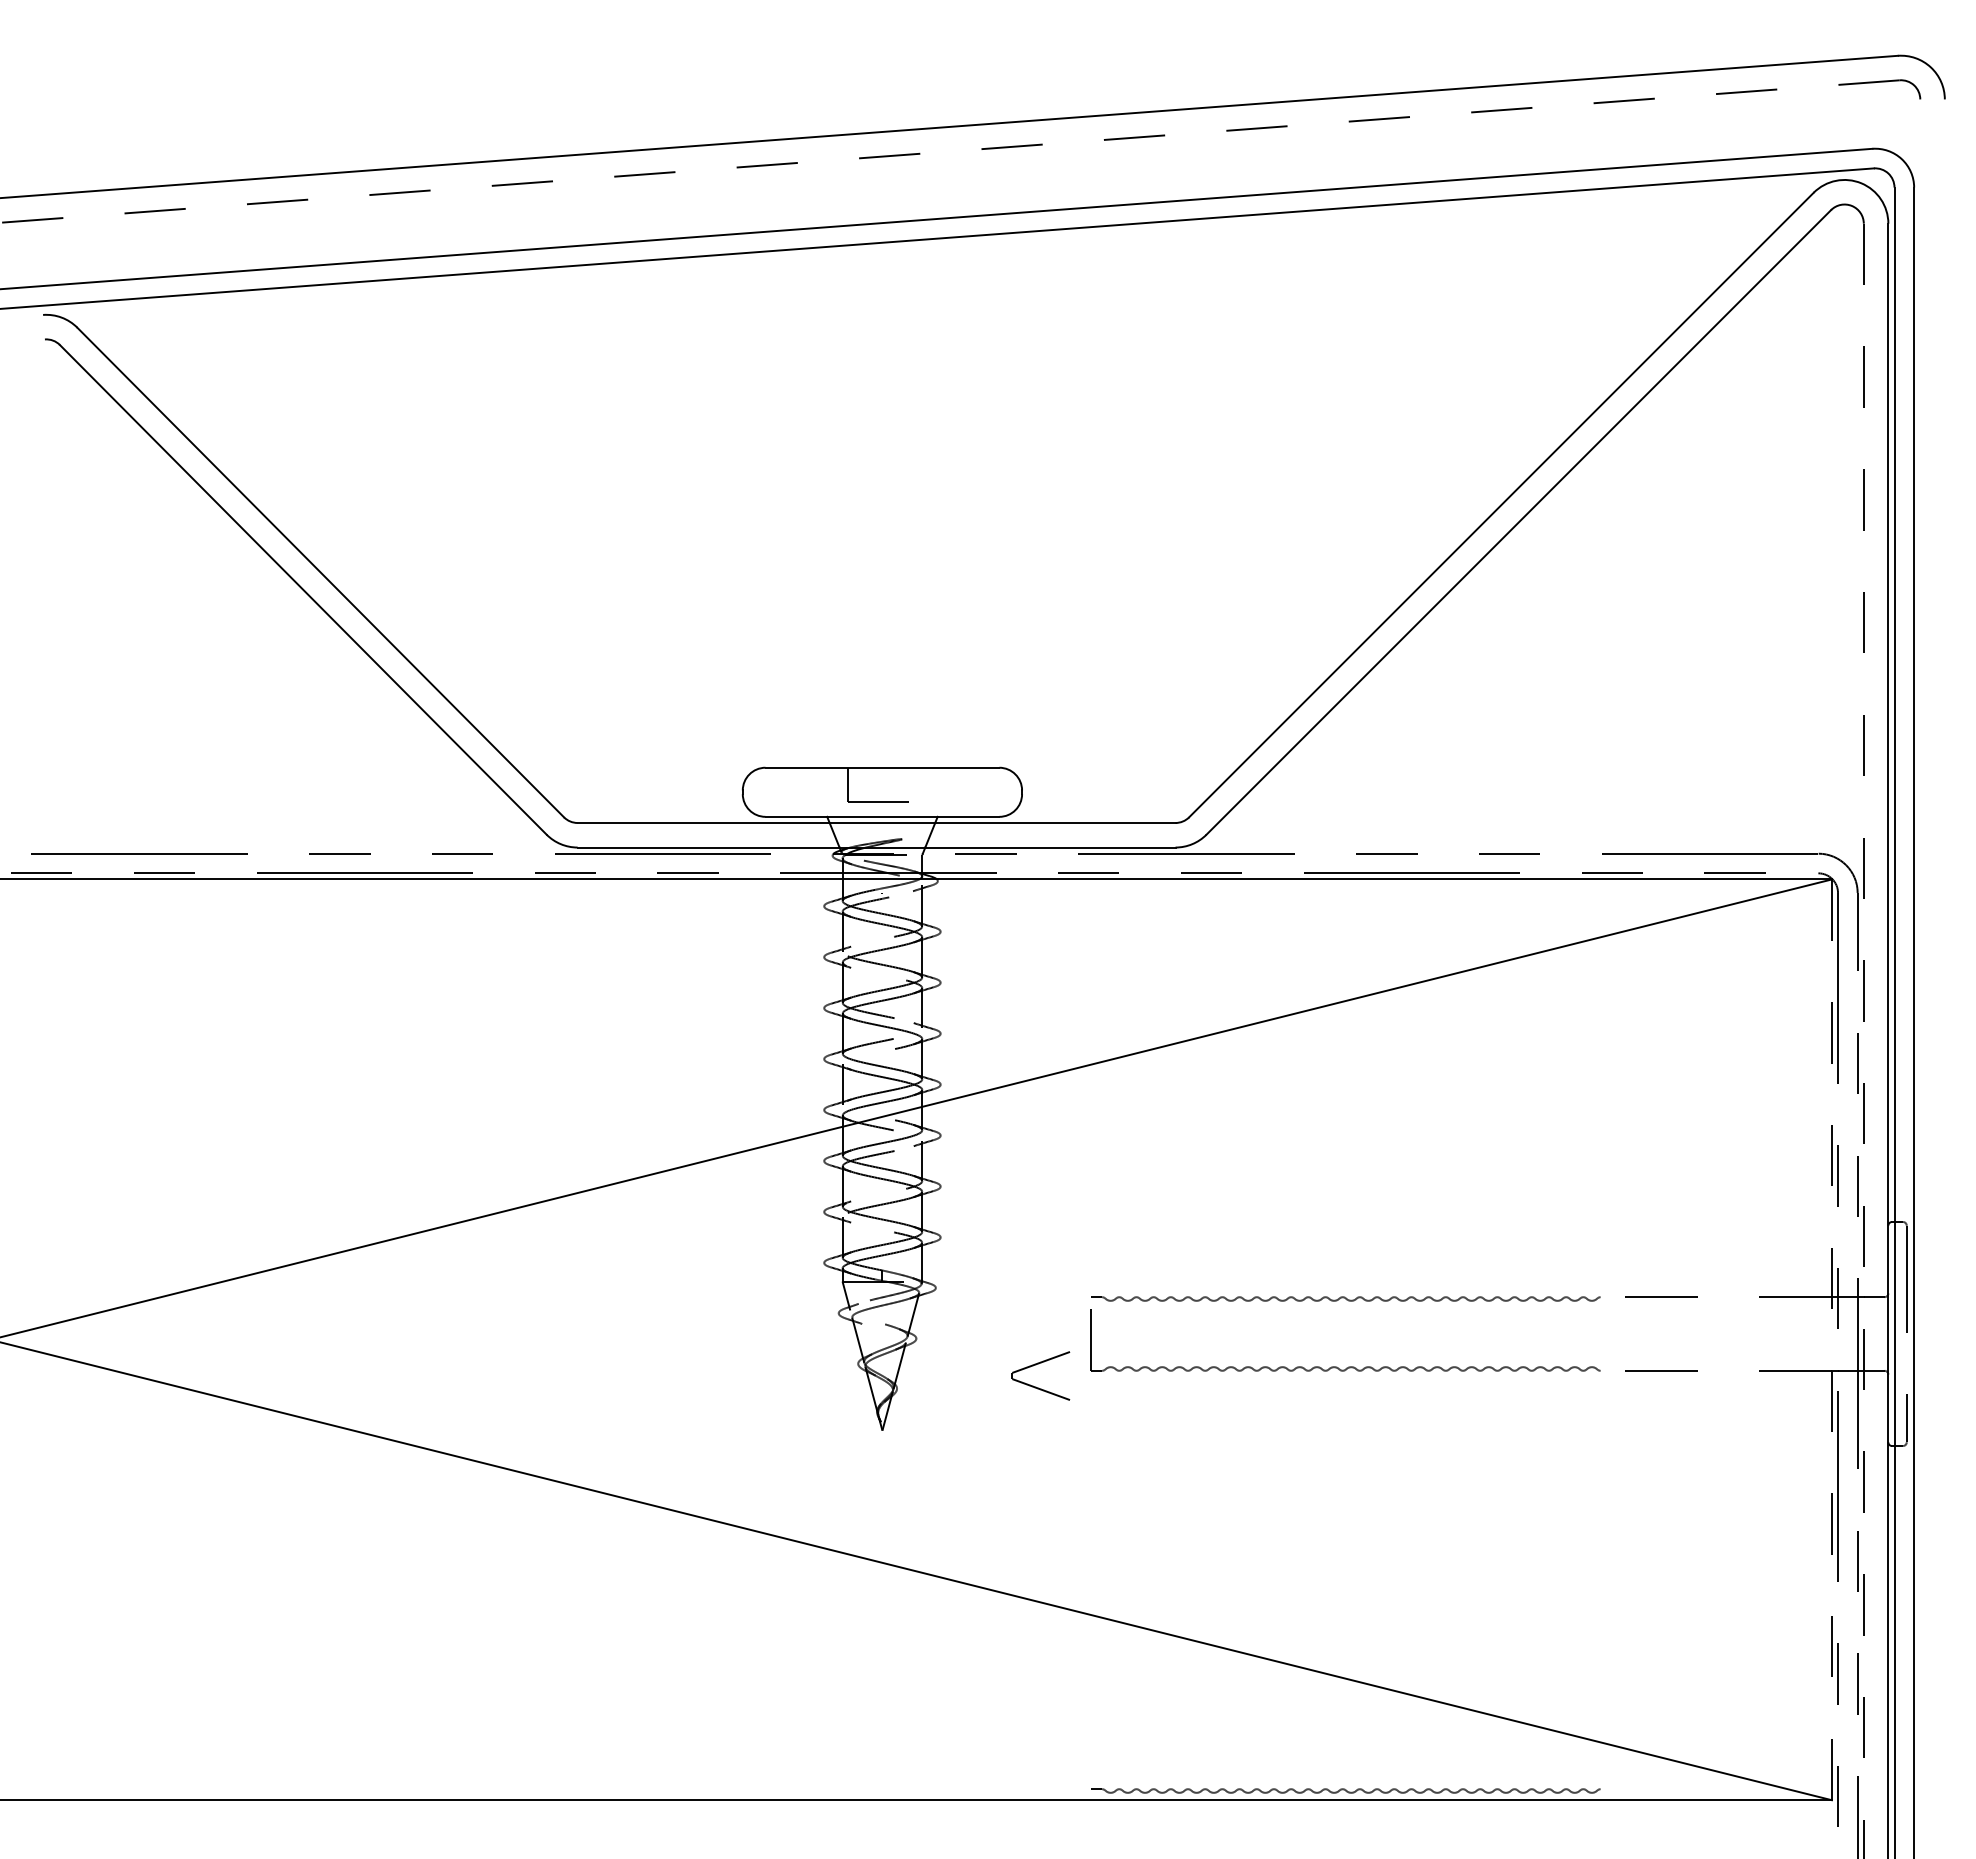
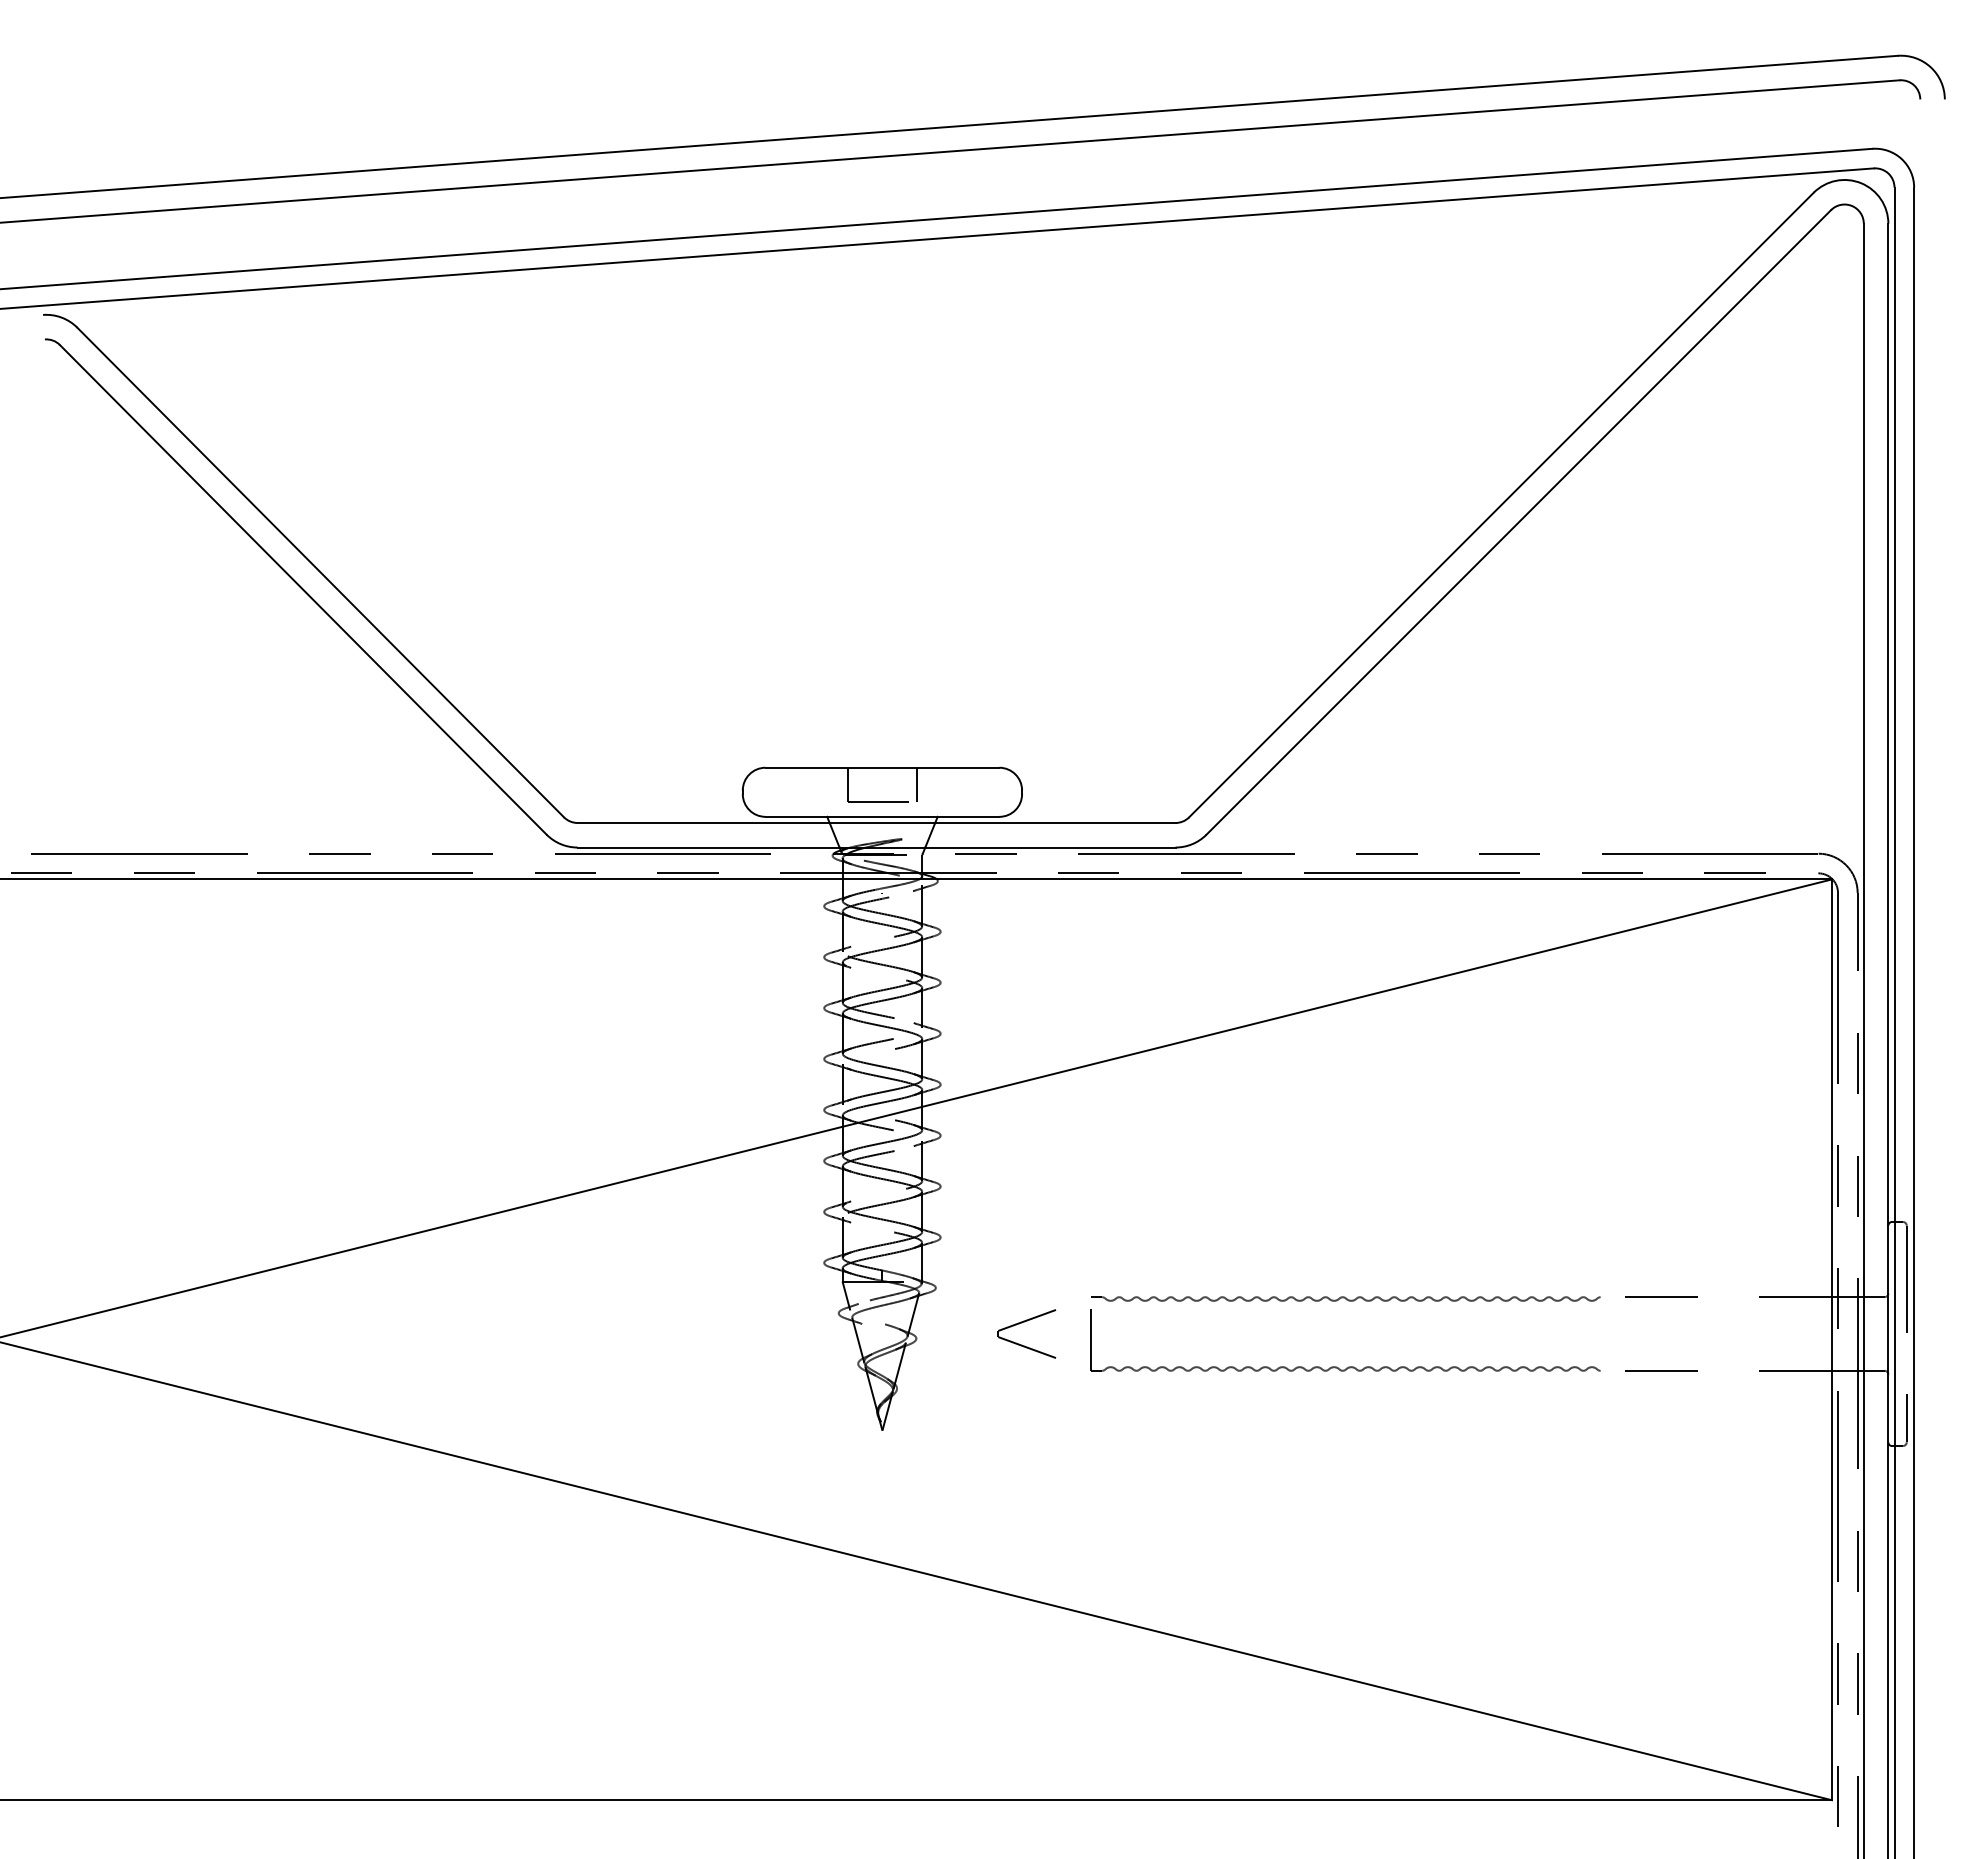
line at (949, 151): dashed -> solid
line at (917, 784): none -> present
line at (1863, 1041): dashed -> solid
line at (1831, 1340): dashed -> solid
part at (1036, 1365) position: (1036, 1365) -> (1022, 1323)
part at (1345, 1790): present -> none
